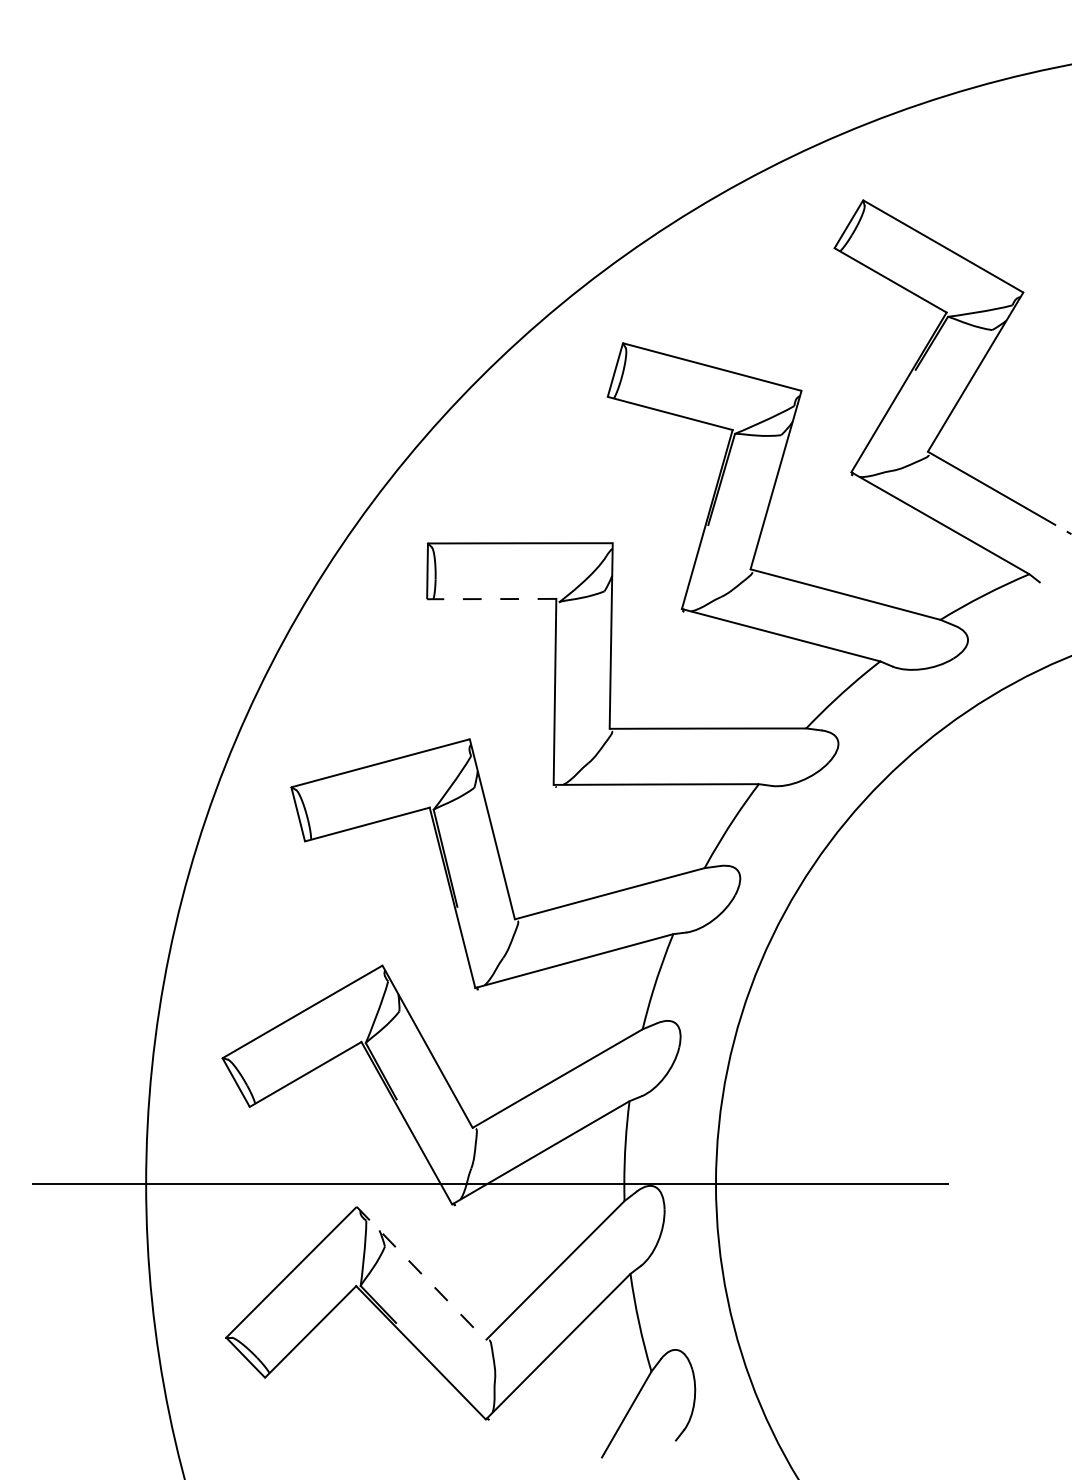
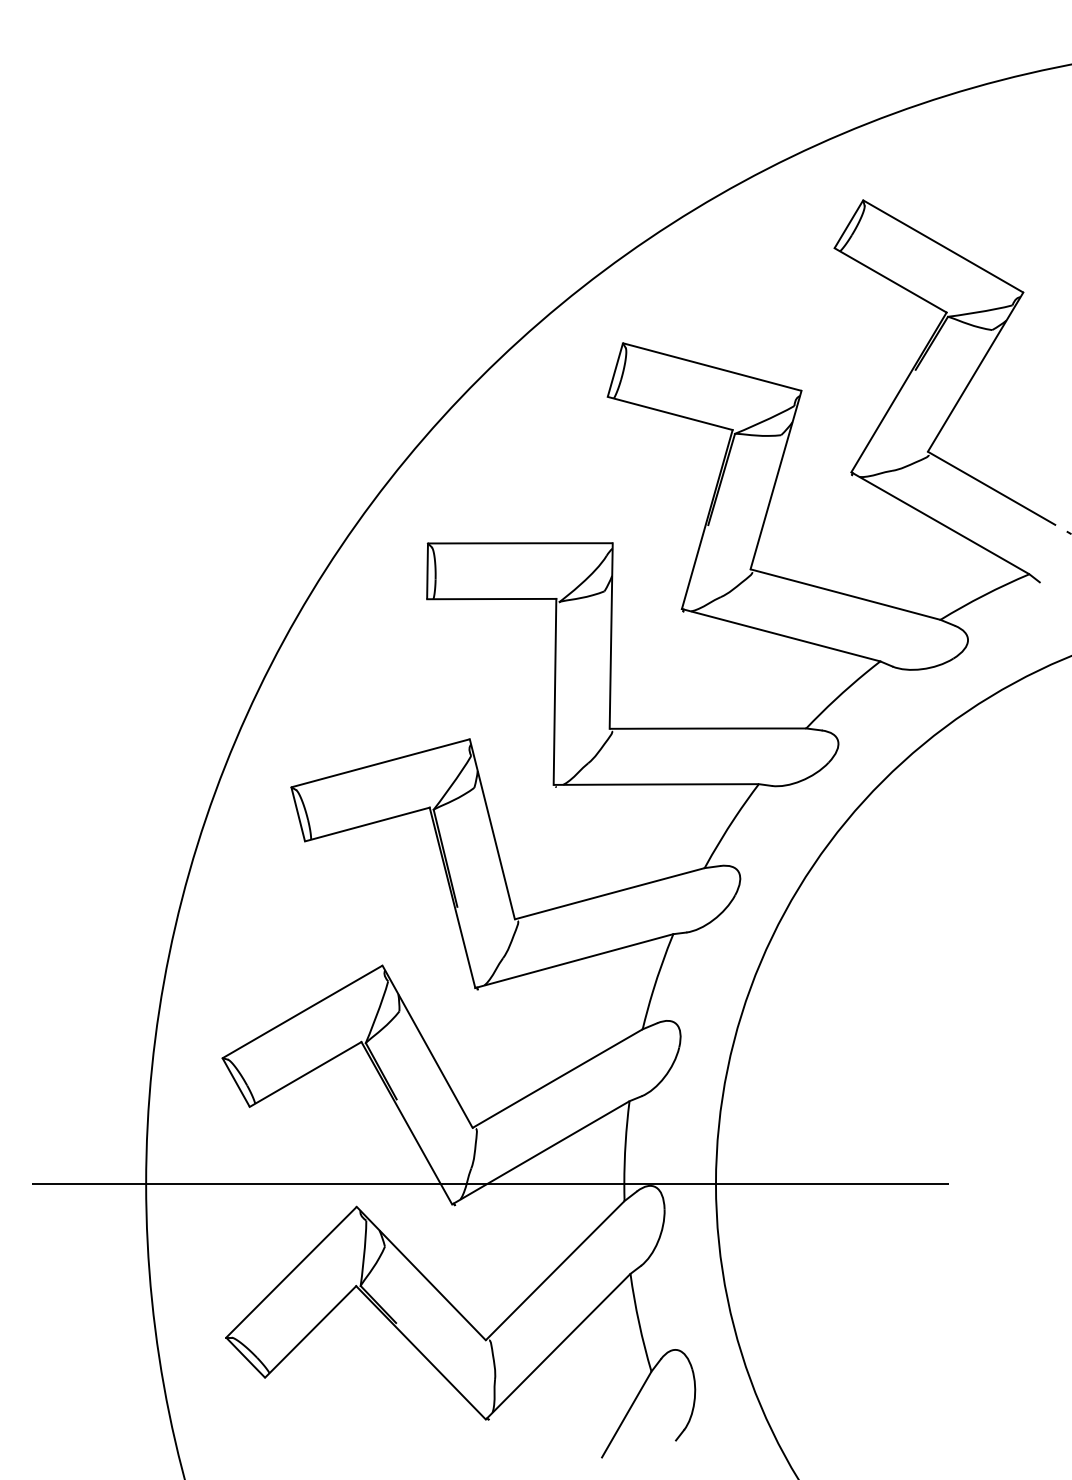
line at (491, 599): dashed -> solid
line at (421, 1273): dashed -> solid
